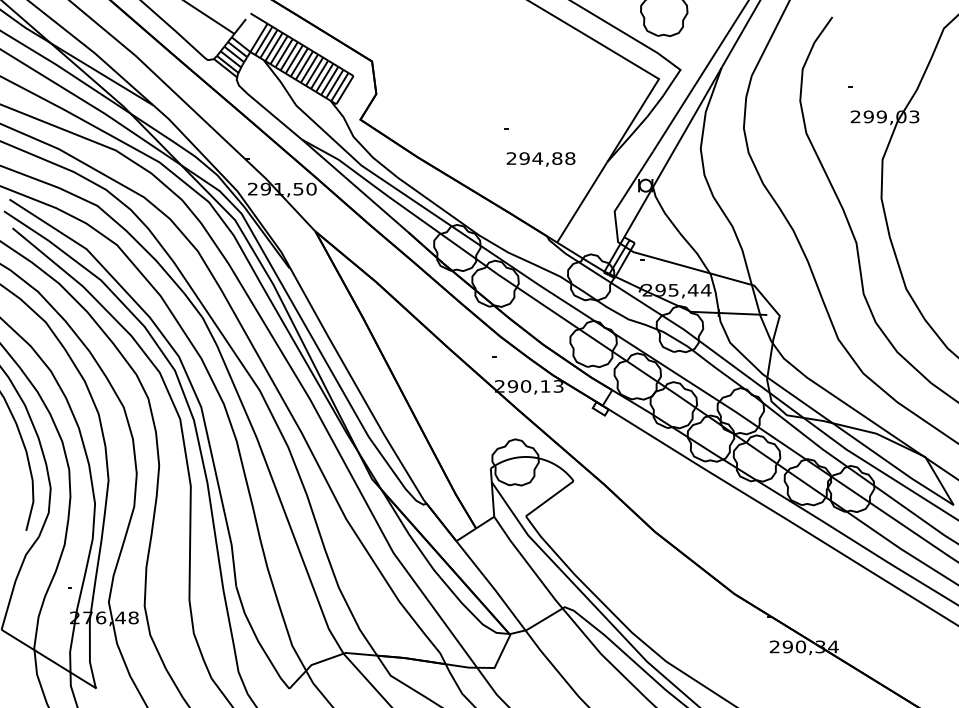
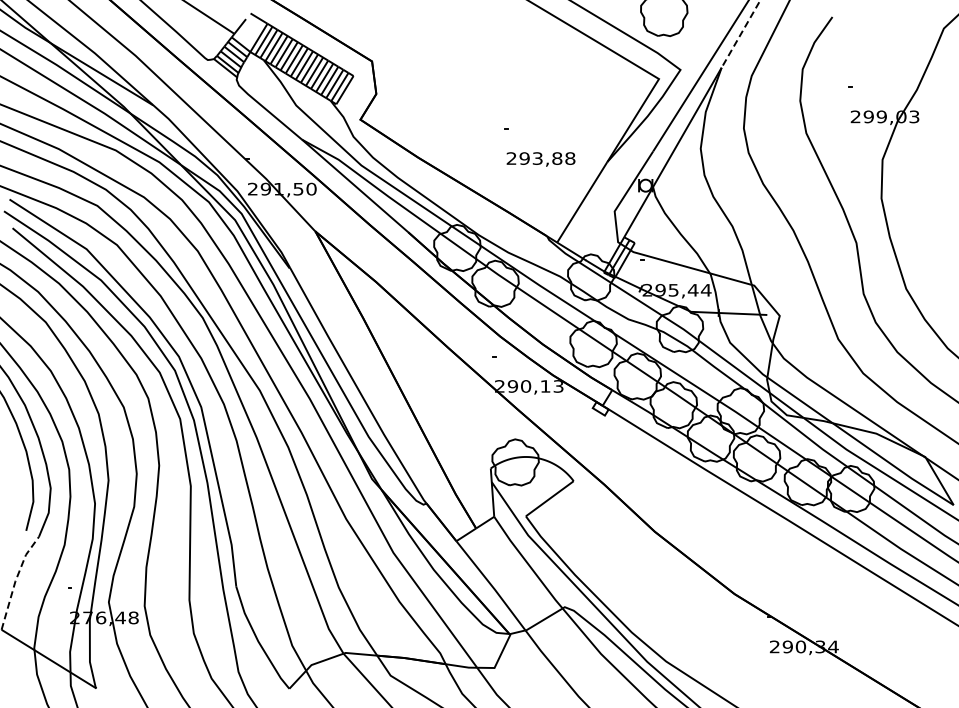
line at (741, 33): solid -> dashed
text at (537, 158): 294,88 -> 293,88
line at (15, 580): solid -> dashed
